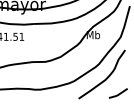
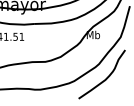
line at (118, 93): present -> none
